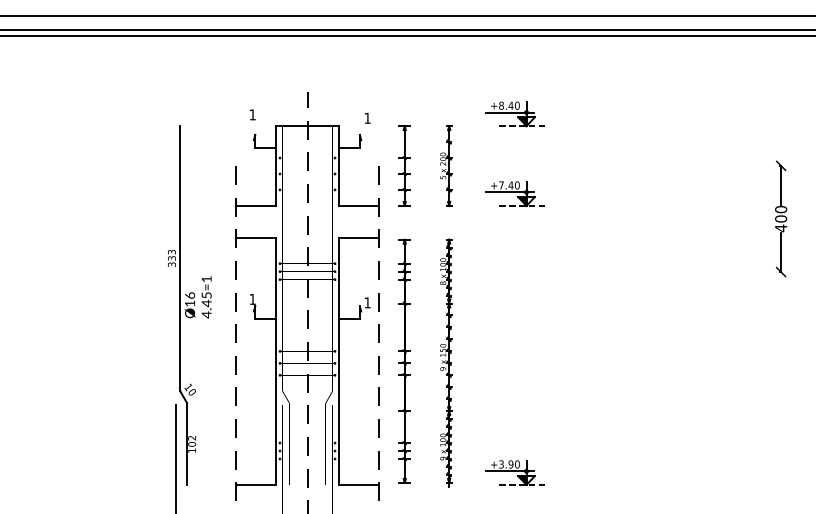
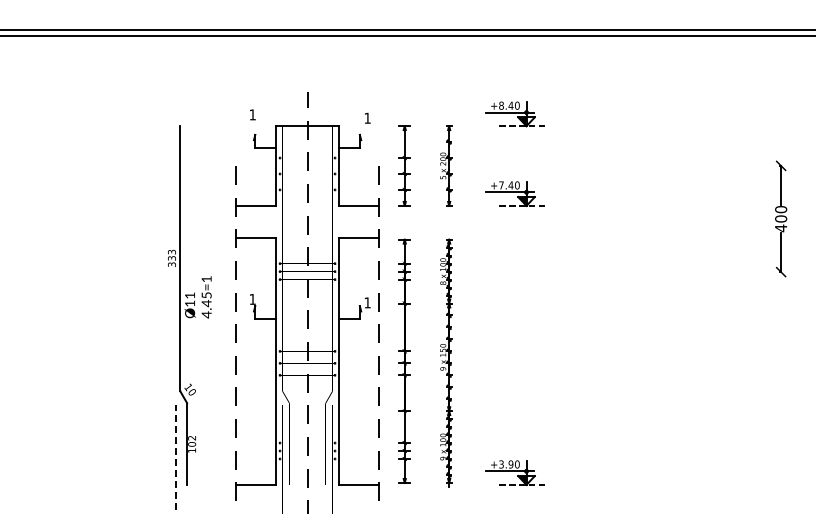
line at (407, 15): present -> none
text at (189, 295): Ø16 -> Ø11
line at (175, 459): solid -> dashed
